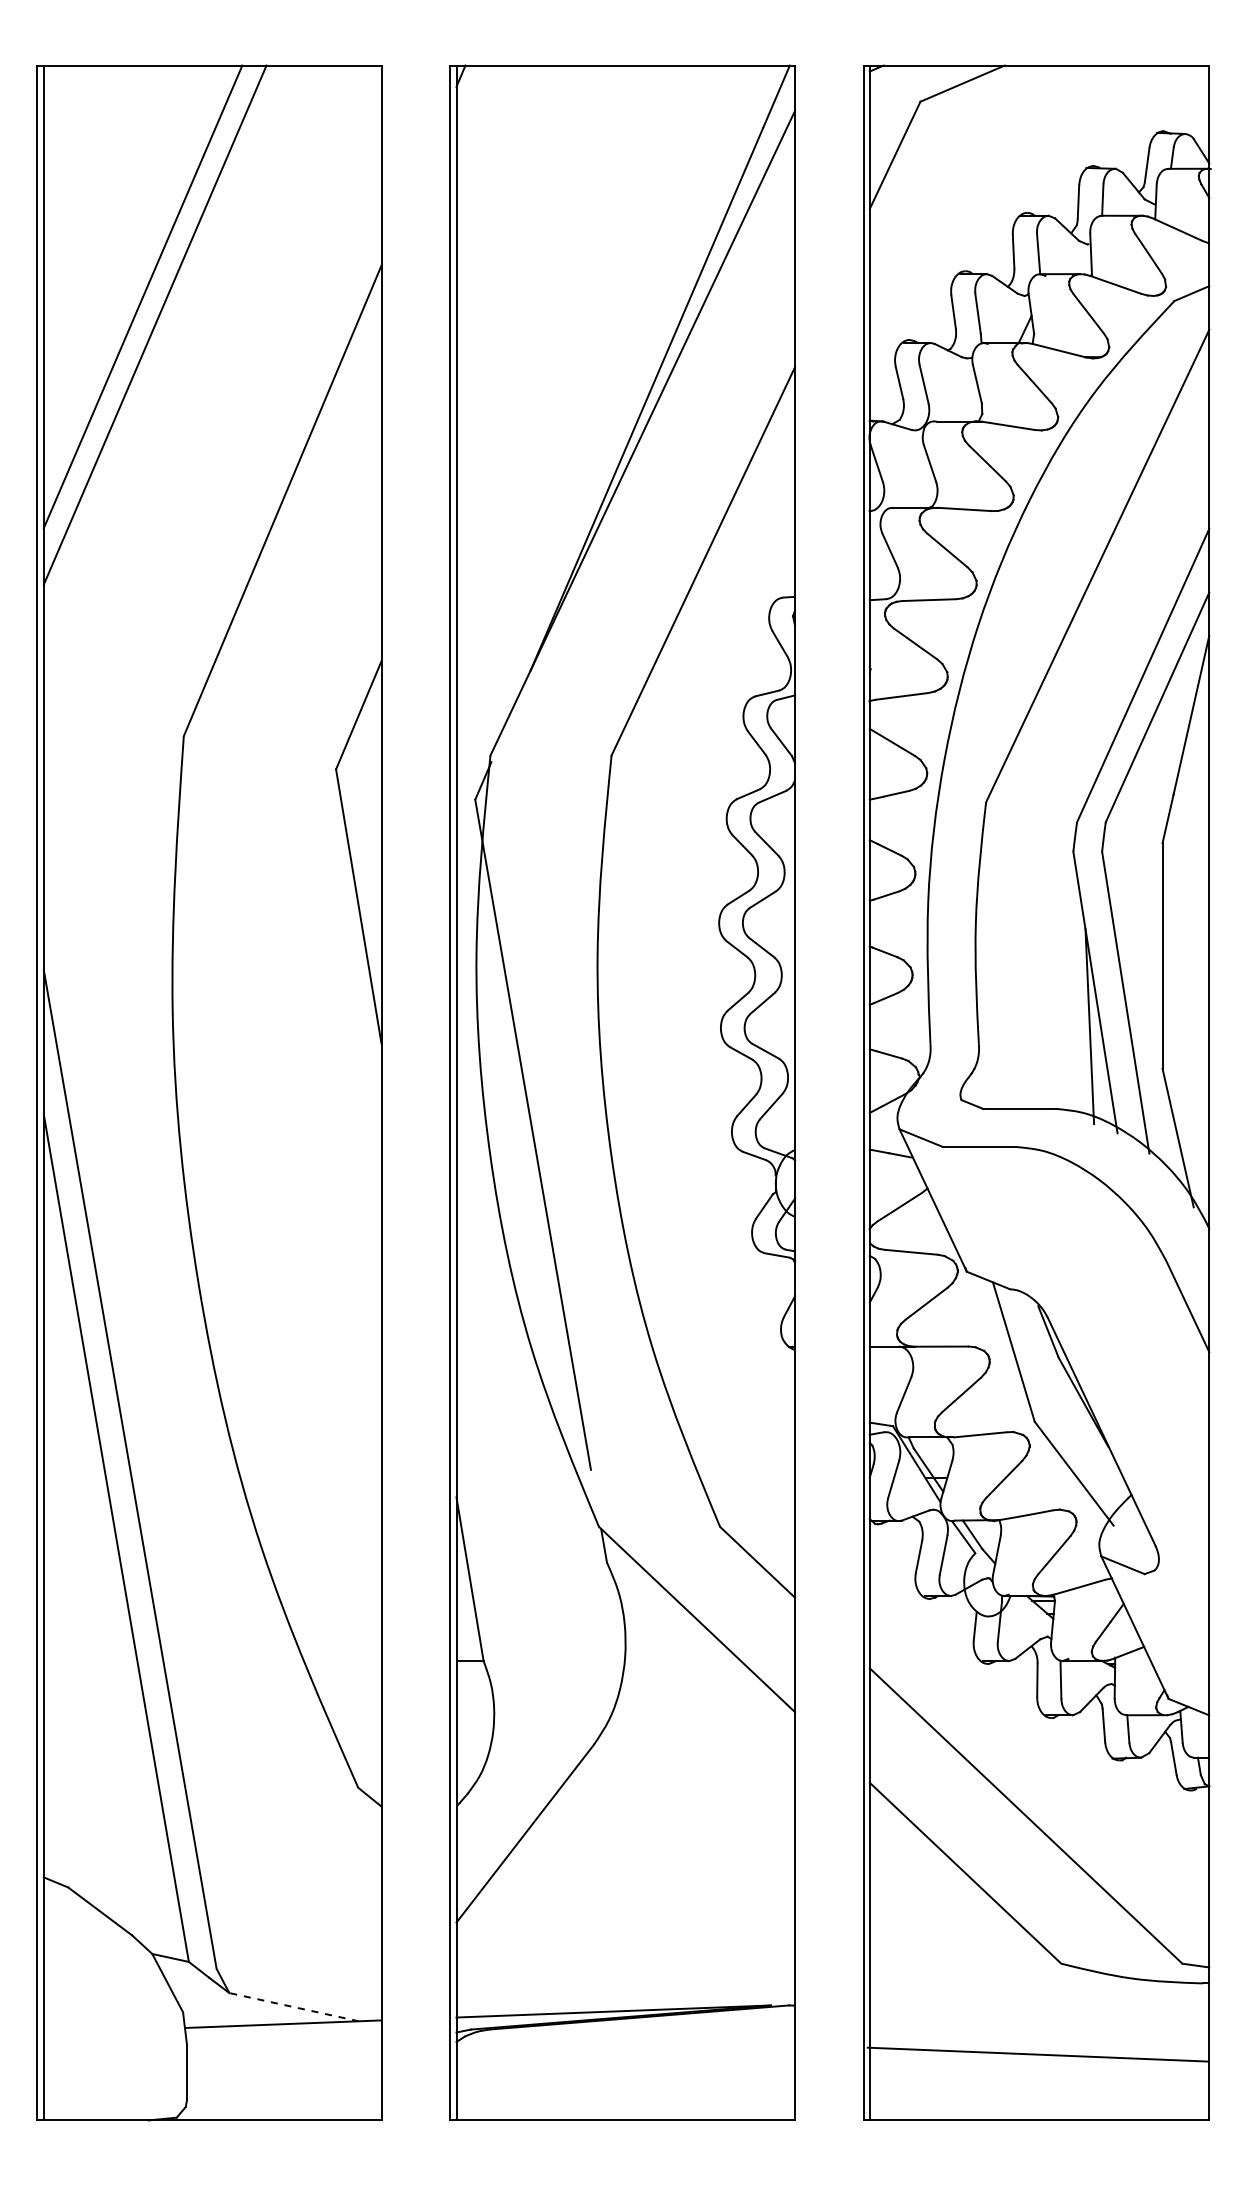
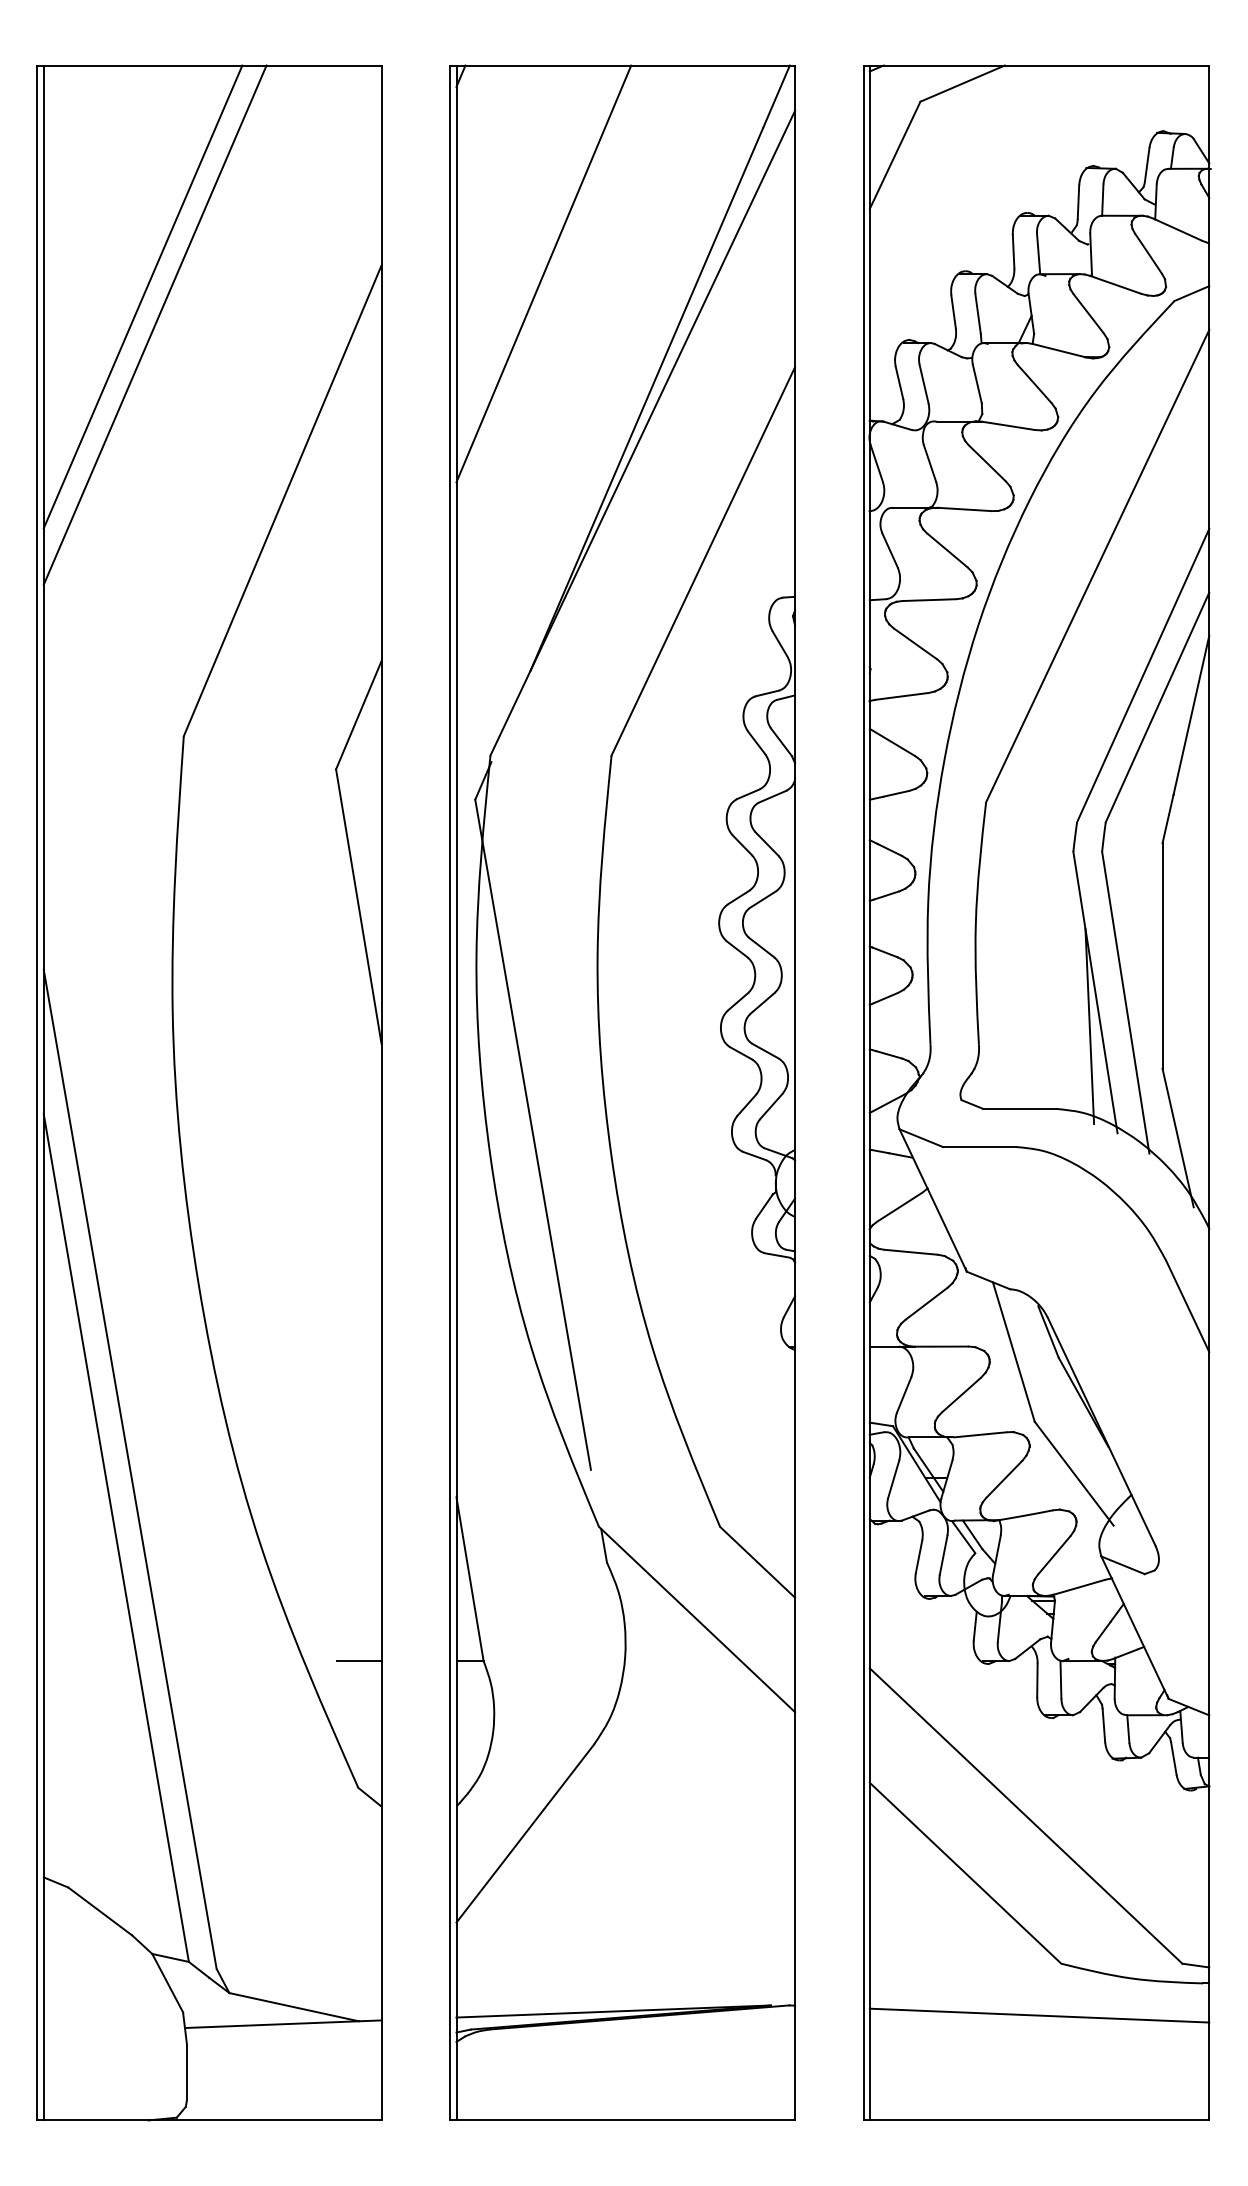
line at (543, 273): none -> present
line at (359, 1661): none -> present
line at (293, 2007): dashed -> solid
line at (1037, 2054) position: (1037, 2054) -> (1039, 2015)
